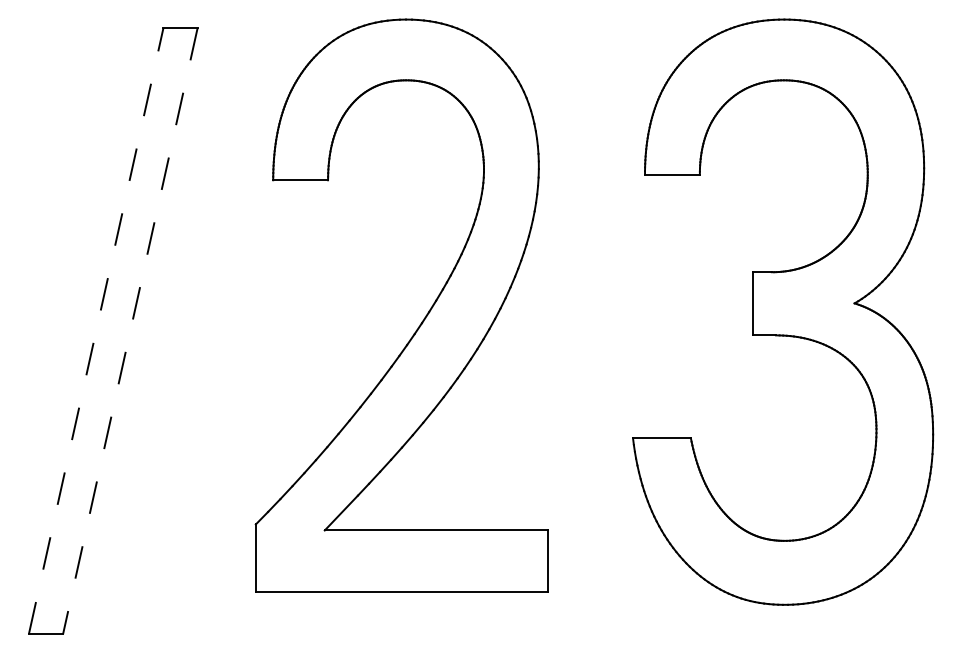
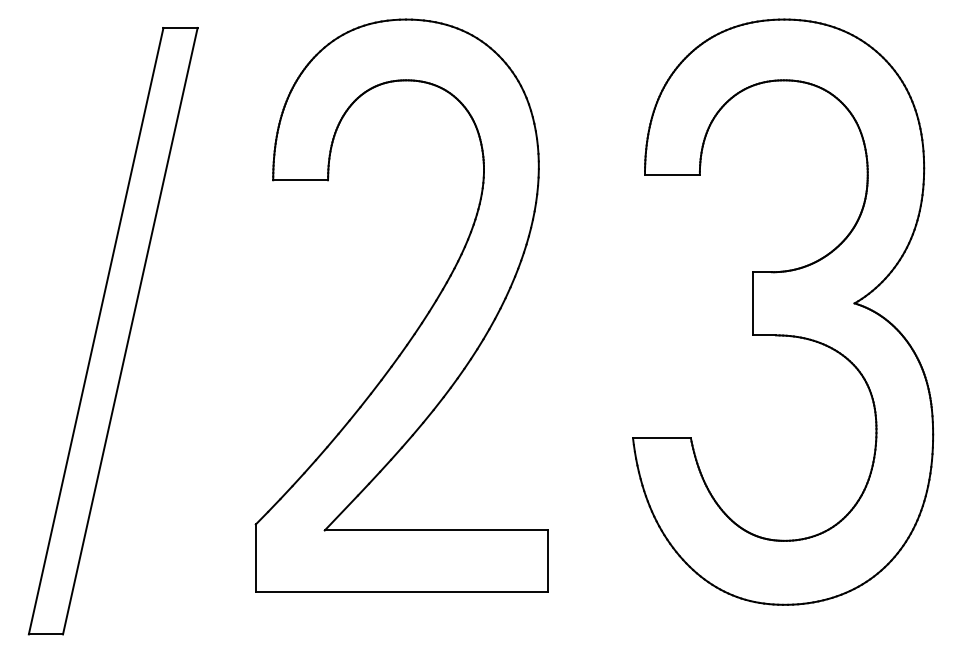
line at (96, 331): dashed -> solid
line at (130, 331): dashed -> solid
